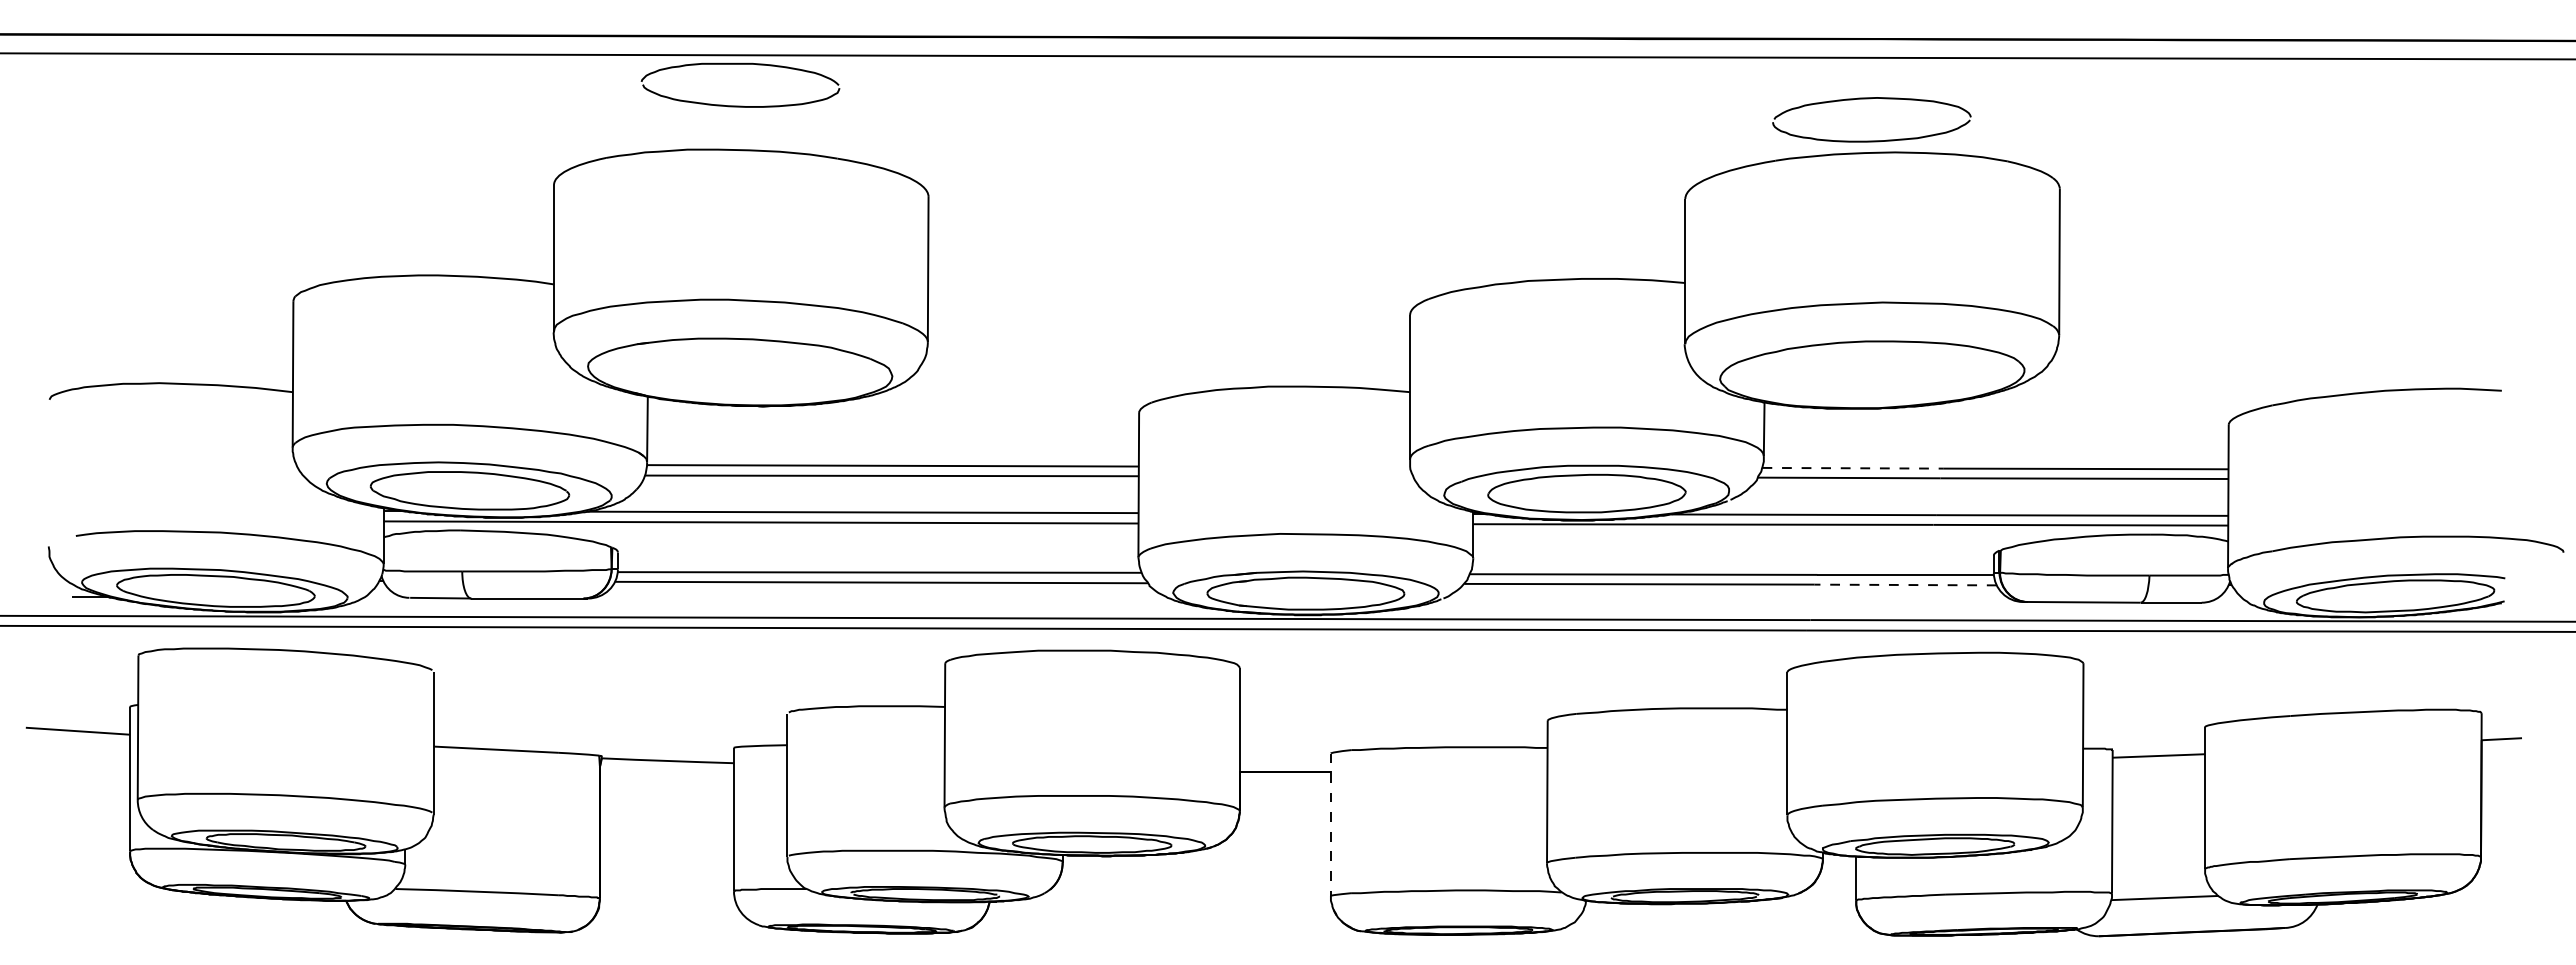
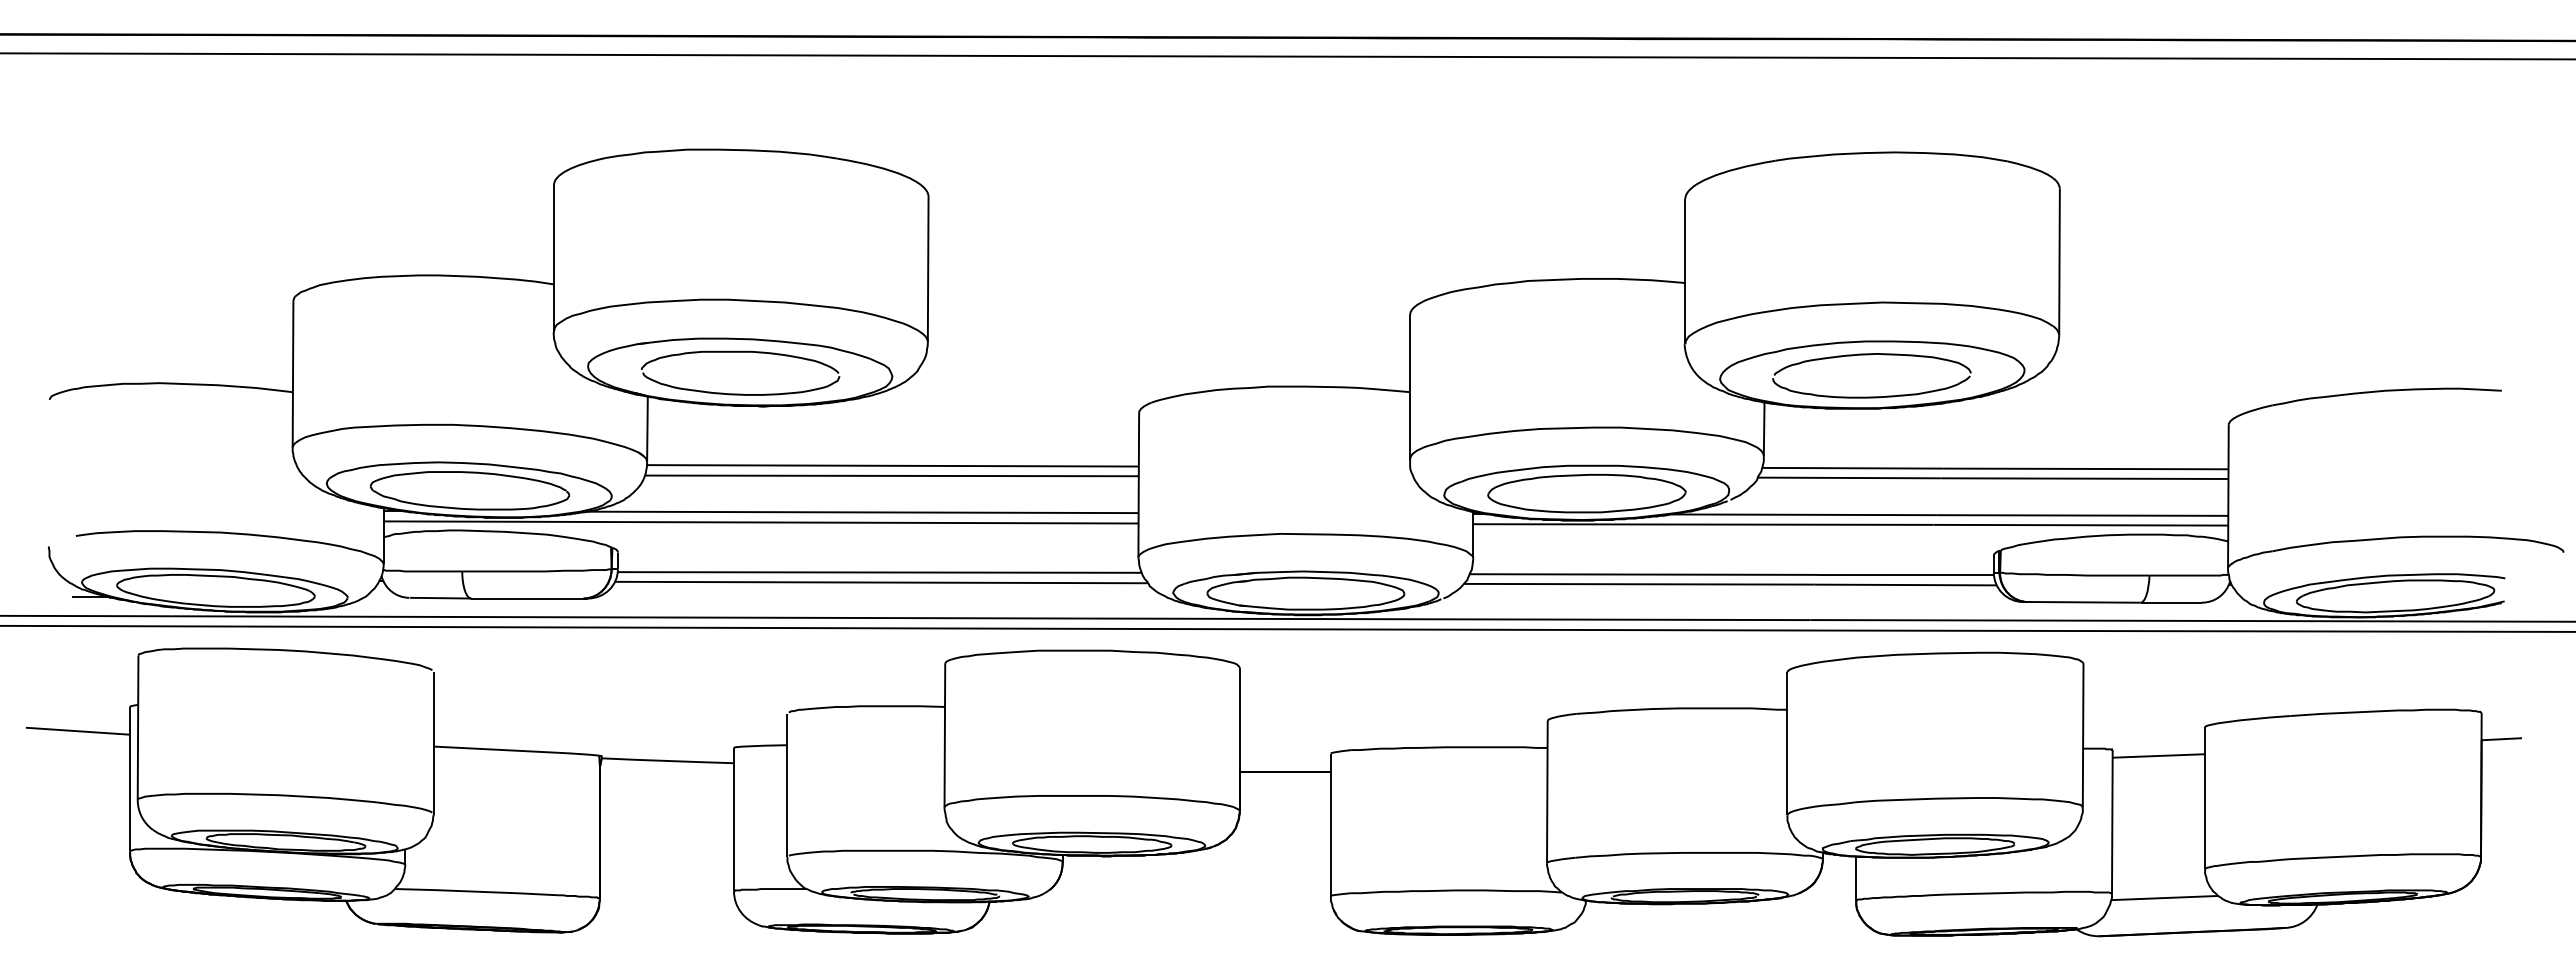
part at (740, 64) position: (740, 64) -> (740, 352)
part at (1870, 99) position: (1870, 99) -> (1870, 355)
line at (1853, 468): dashed -> solid
line at (1905, 585): dashed -> solid
line at (1330, 825): dashed -> solid
